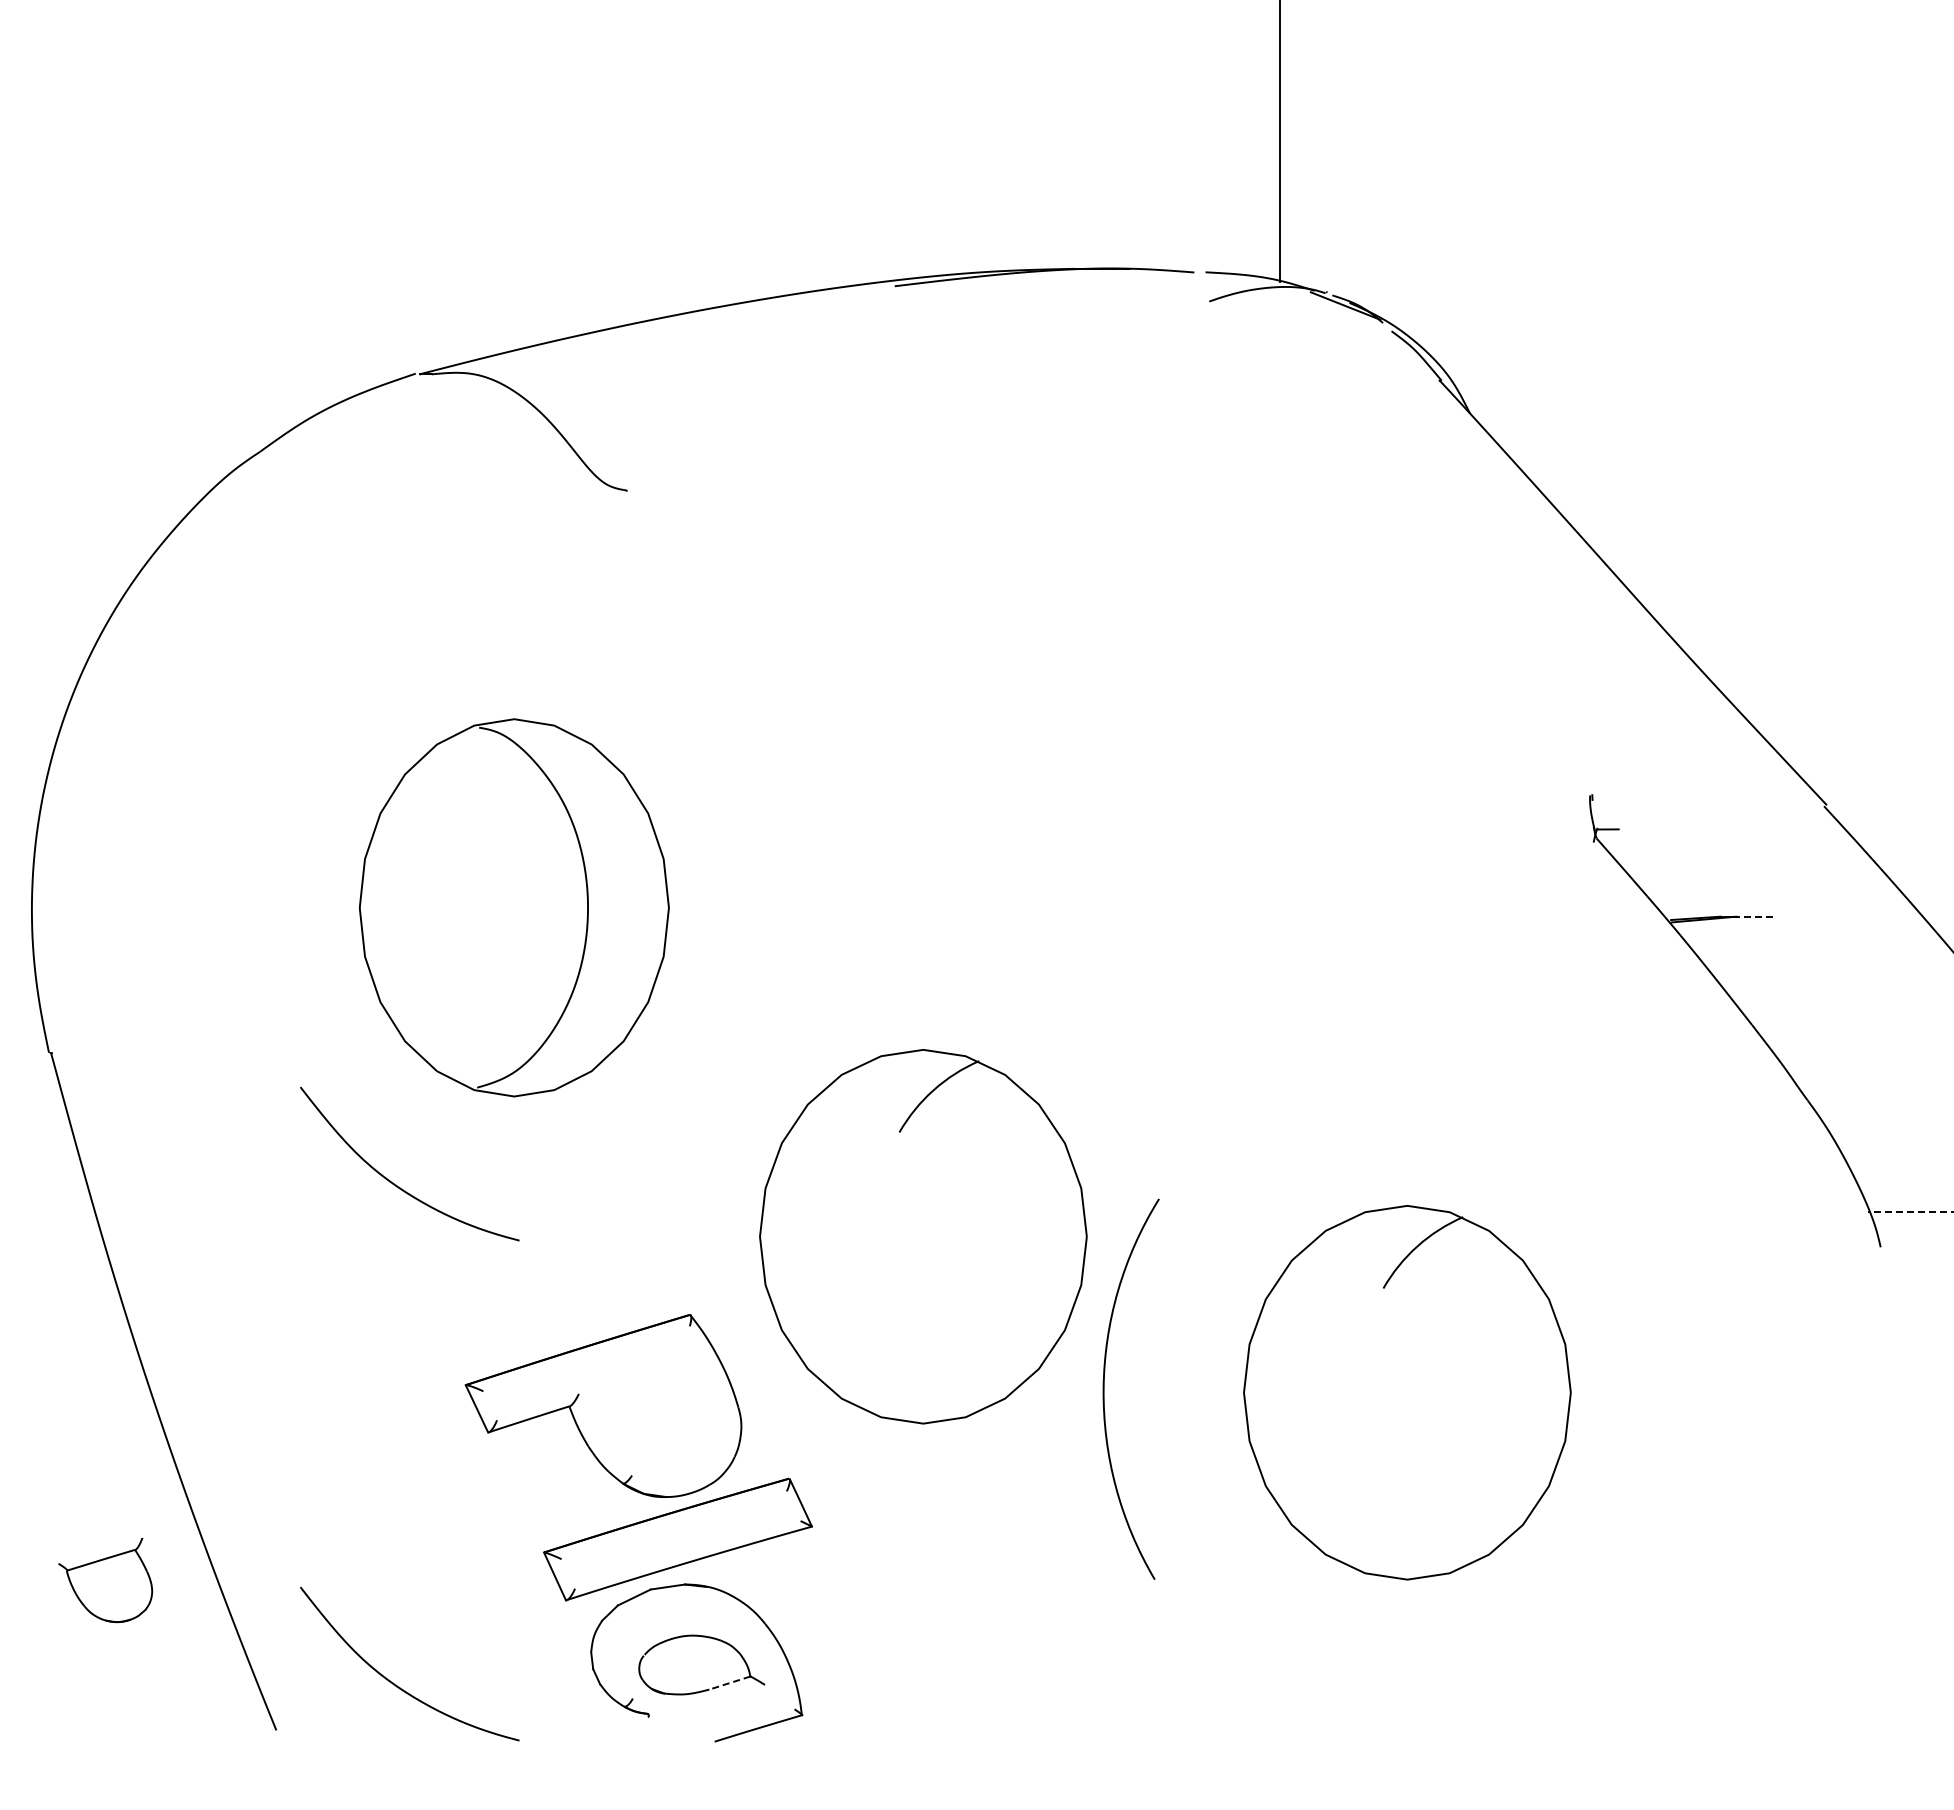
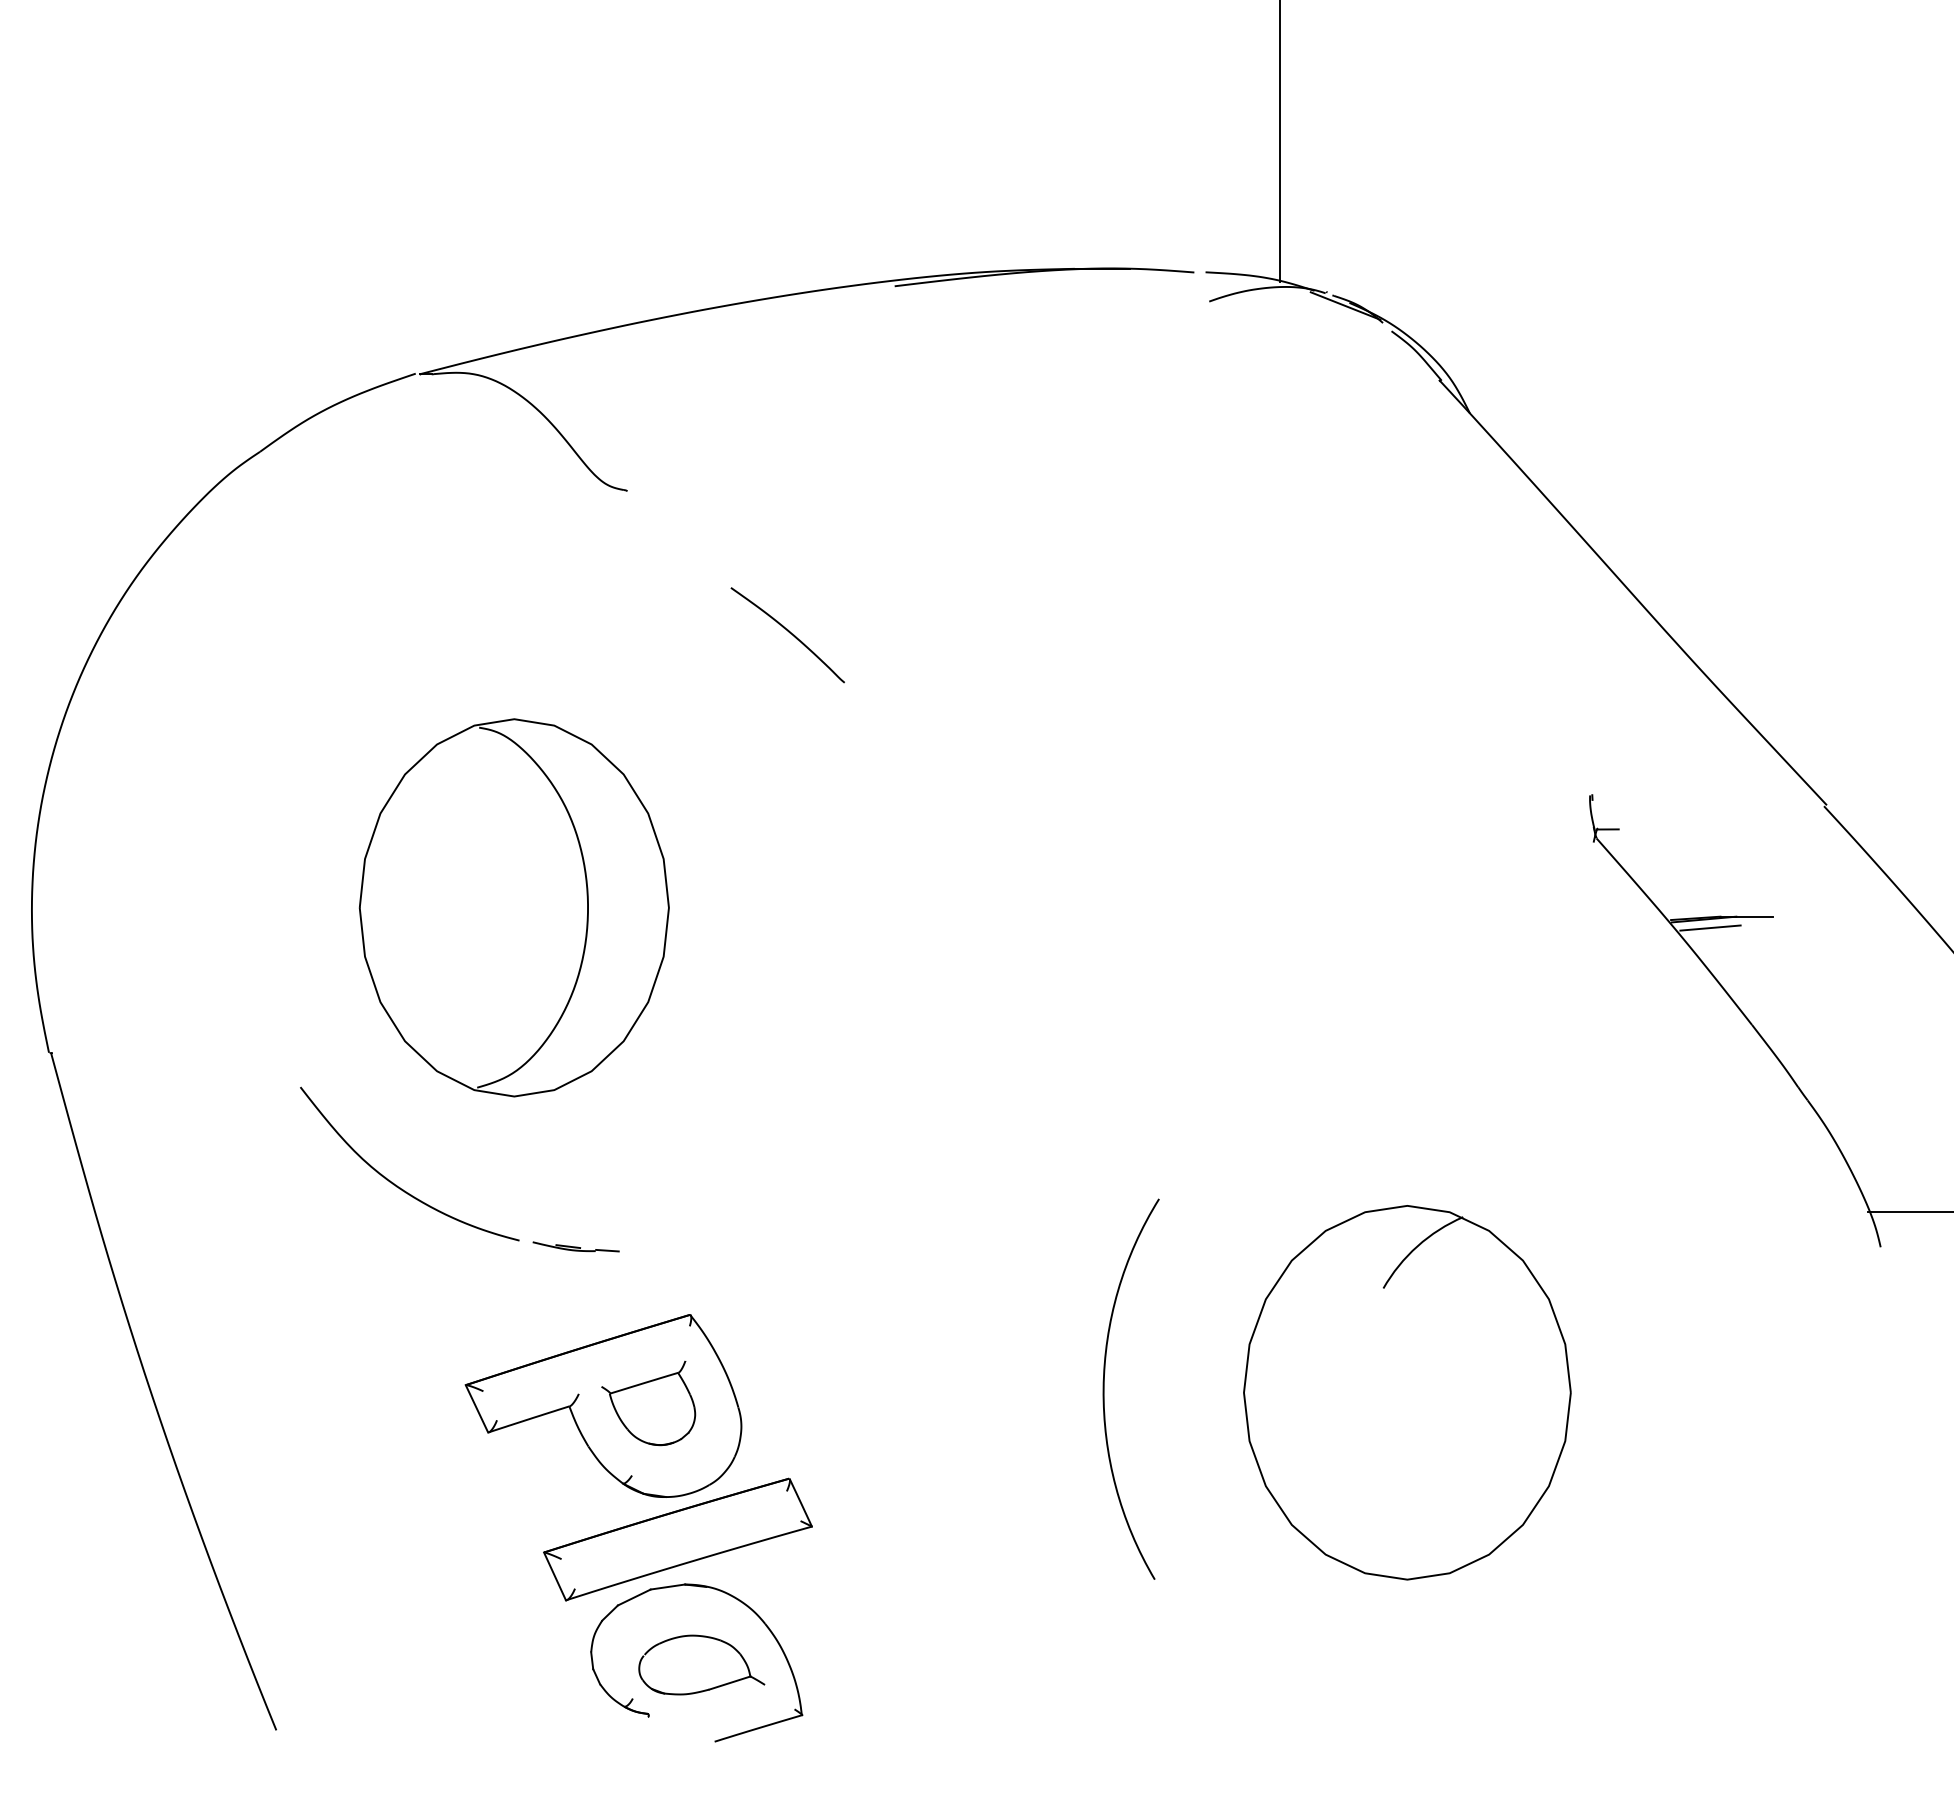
curve at (789, 633): none -> present
line at (1753, 916): dashed -> solid
line at (1710, 927): none -> present
line at (1910, 1212): dashed -> solid
part at (923, 1236): present -> none
part at (575, 1246): none -> present
part at (105, 1580) position: (105, 1580) -> (648, 1403)
line at (729, 1683): dashed -> solid
curve at (396, 1684): present -> none
